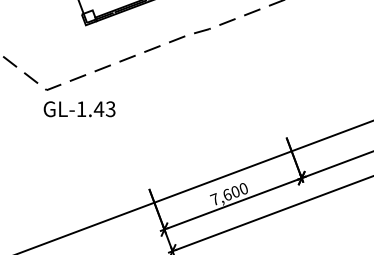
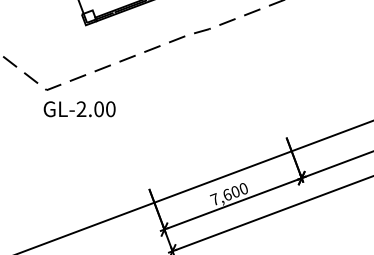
text at (95, 109): GL-1.43 -> GL-2.00
